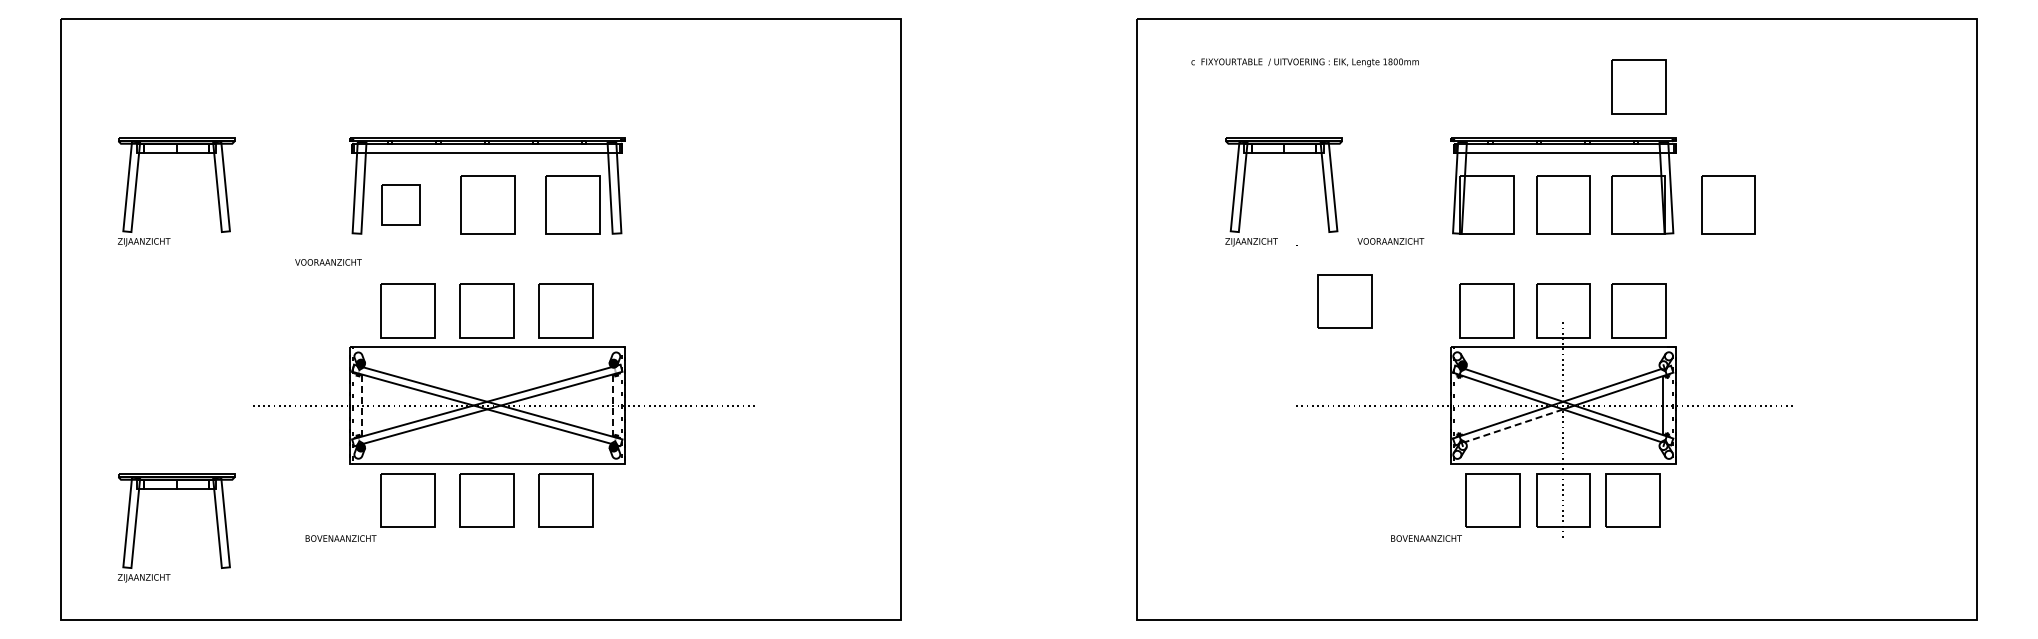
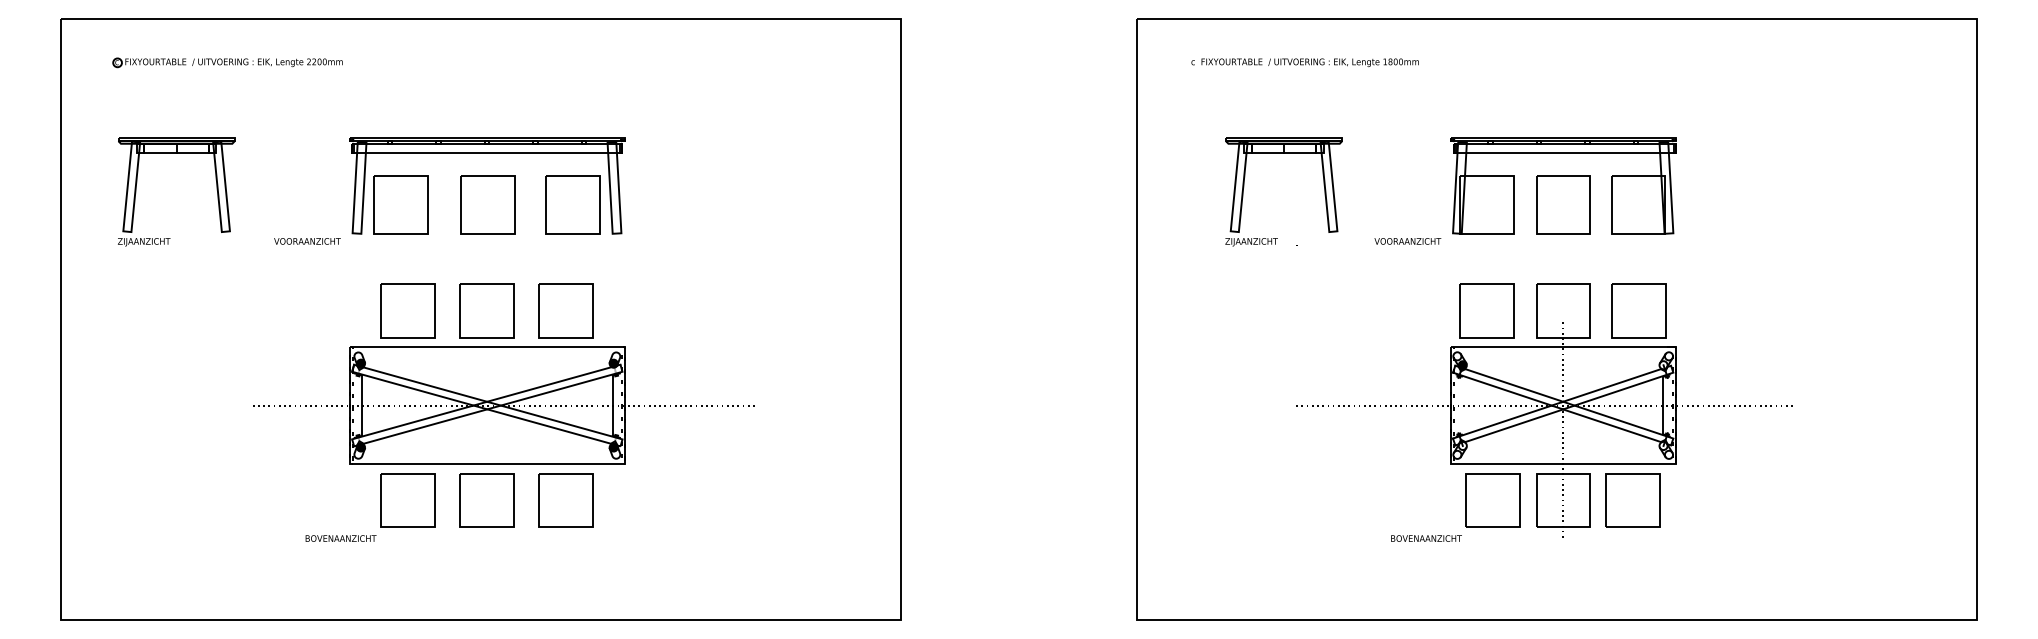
part at (227, 62): none -> present
part at (1638, 86): present -> none
part at (400, 204) size: 40x42 px -> 56x60 px
part at (1728, 204): present -> none
text at (1390, 241) position: (1390, 241) -> (1407, 241)
text at (328, 262) position: (328, 262) -> (307, 241)
part at (1344, 301): present -> none
line at (362, 406): dashed -> solid
line at (612, 406): dashed -> solid
line at (1514, 425): dashed -> solid
part at (176, 489): present -> none
